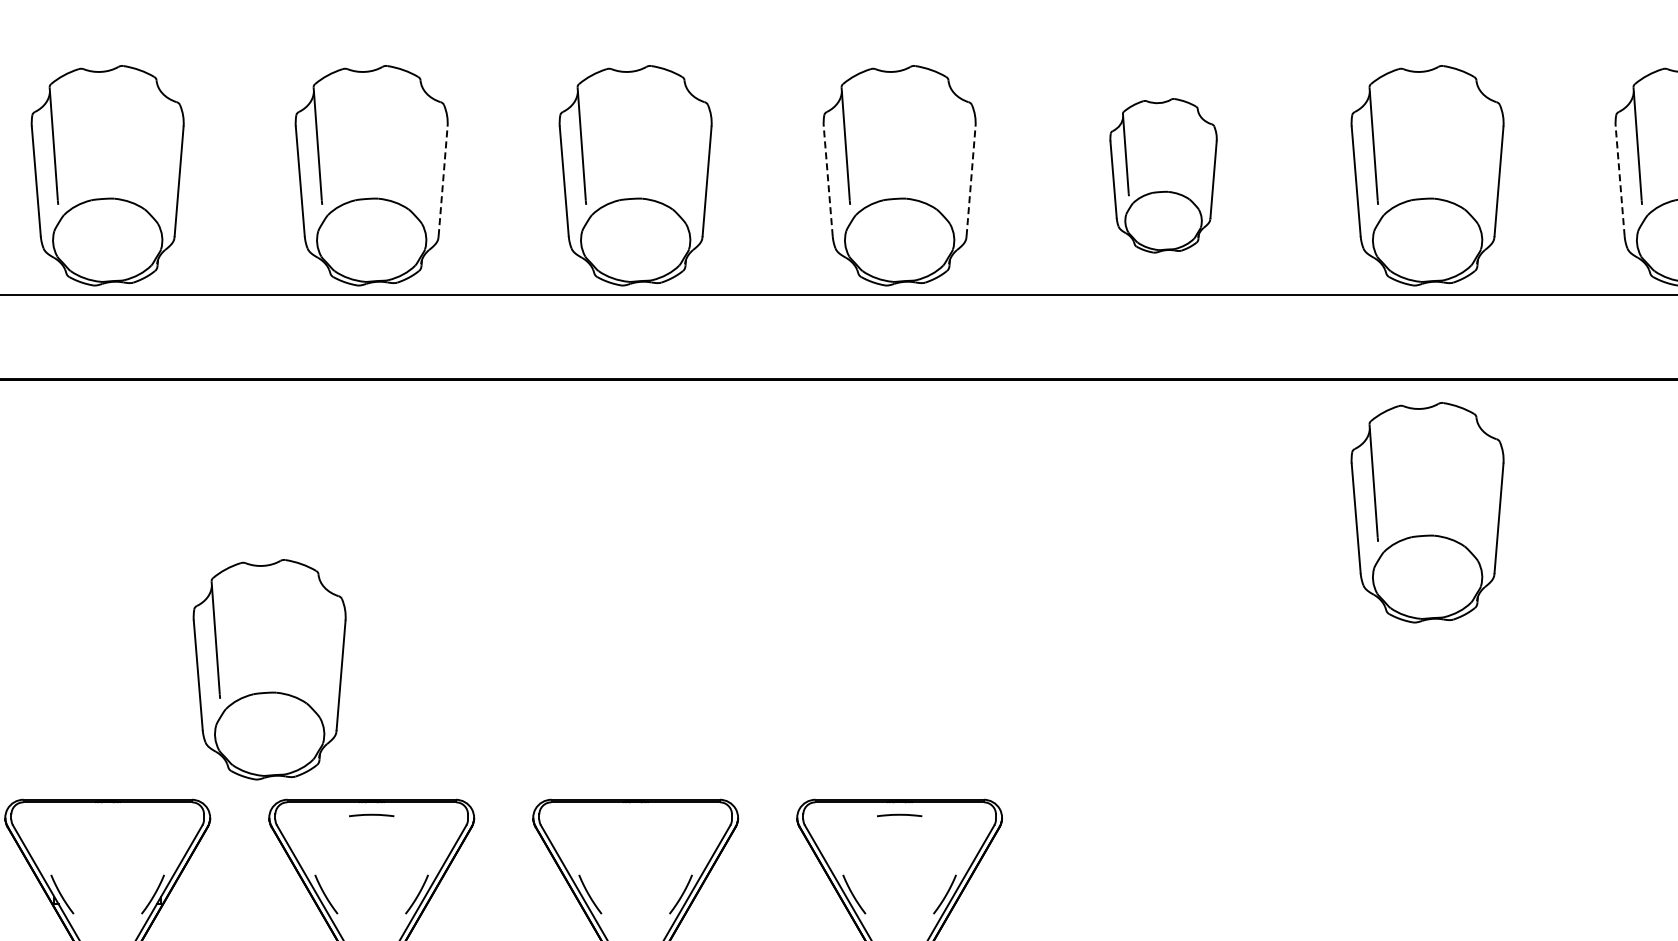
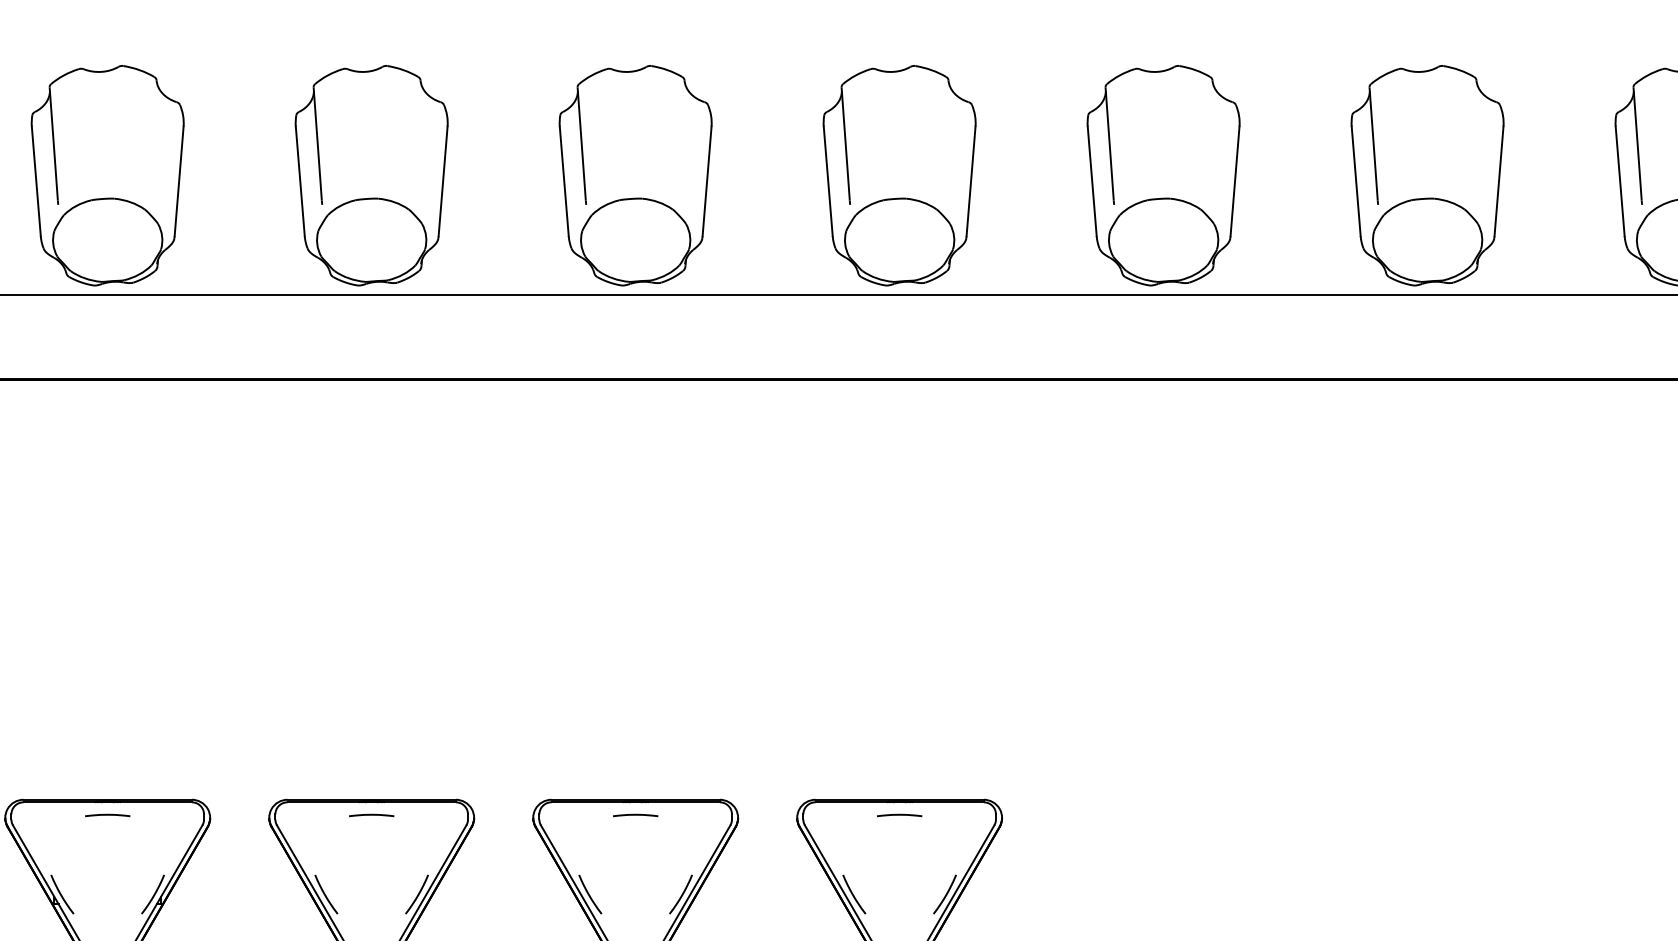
part at (1163, 175) size: 109x156 px -> 155x222 px
line at (443, 181): dashed -> solid
line at (828, 181): dashed -> solid
line at (971, 181): dashed -> solid
line at (1620, 181): dashed -> solid
part at (1427, 512): present -> none
part at (269, 669): present -> none
curve at (107, 815): none -> present
curve at (635, 815): none -> present
